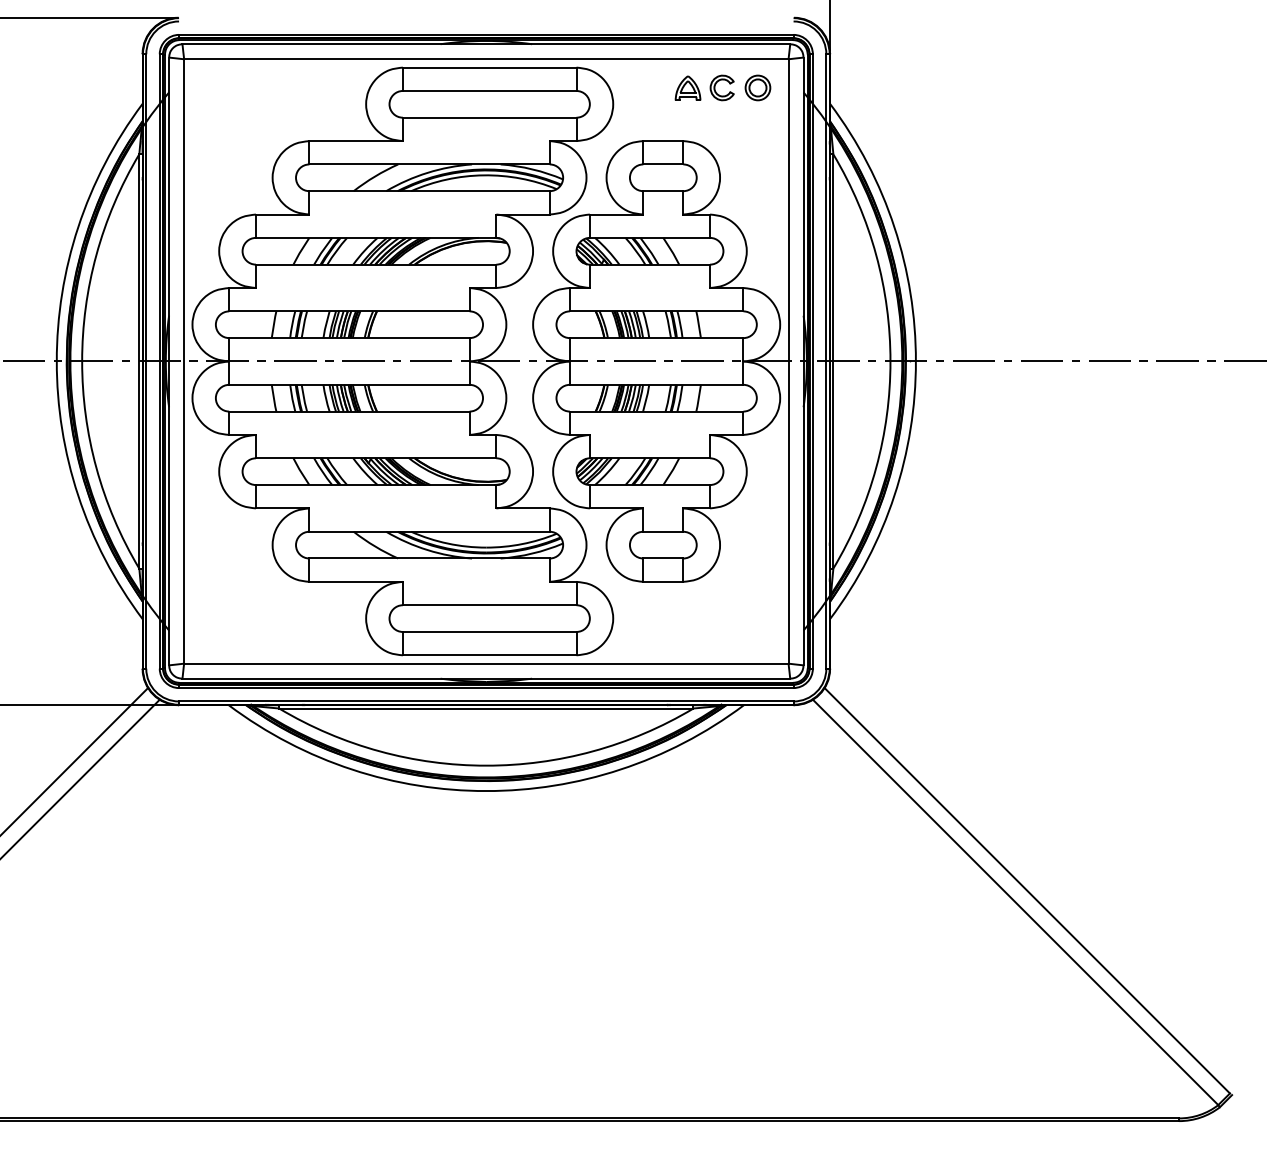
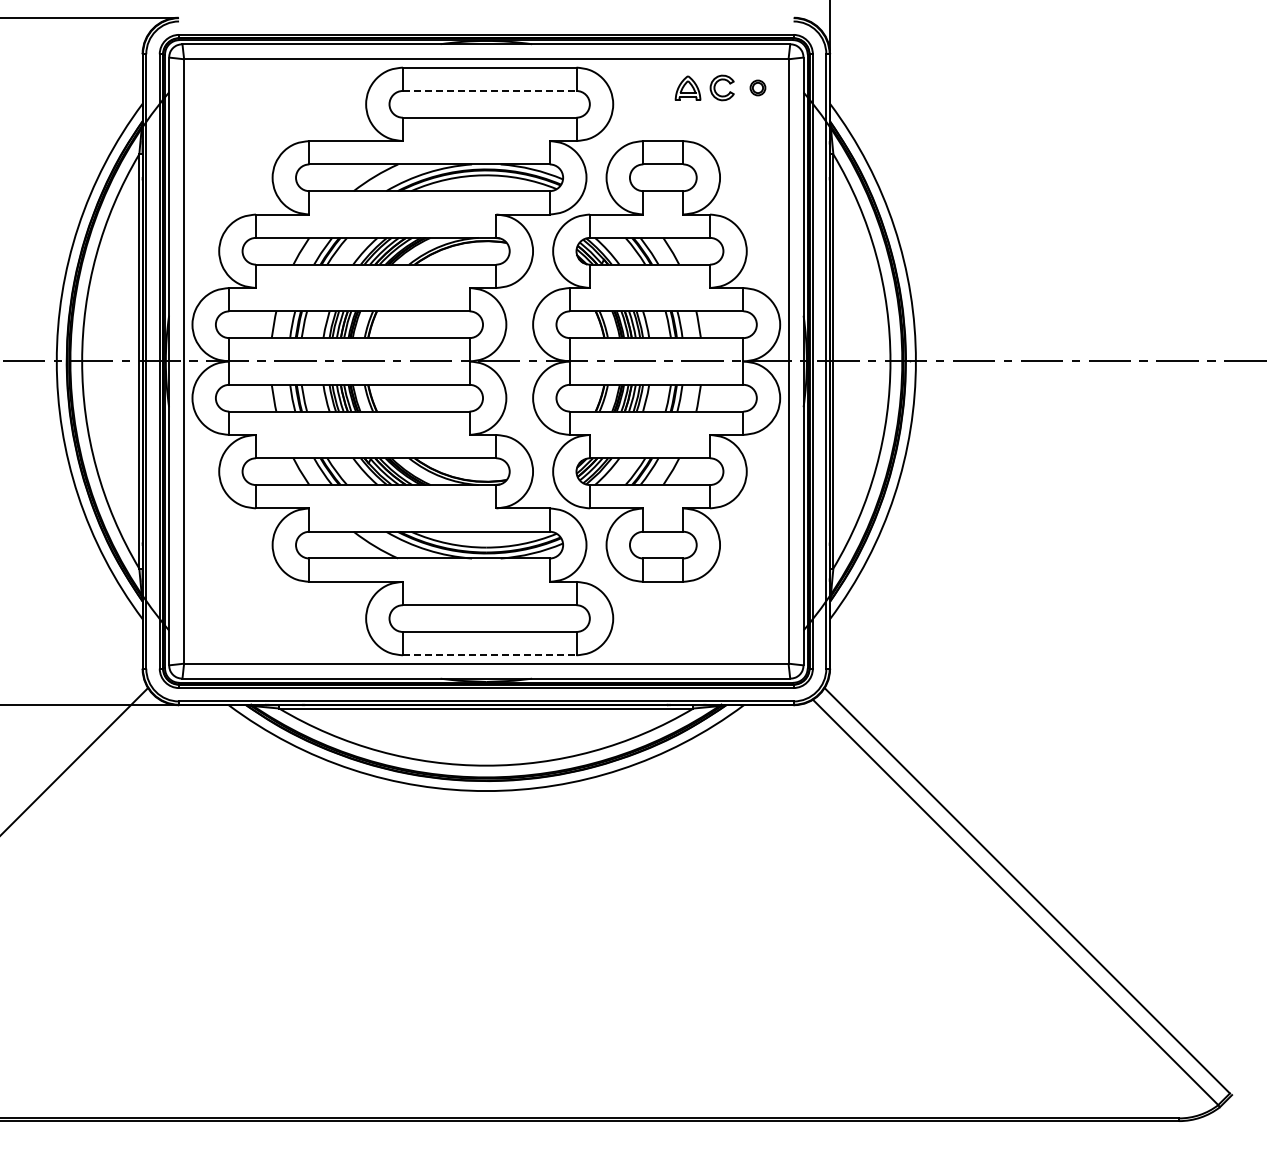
part at (757, 87) size: 28x28 px -> 18x18 px
line at (489, 90): solid -> dashed
line at (489, 655): solid -> dashed
line at (80, 777): present -> none
